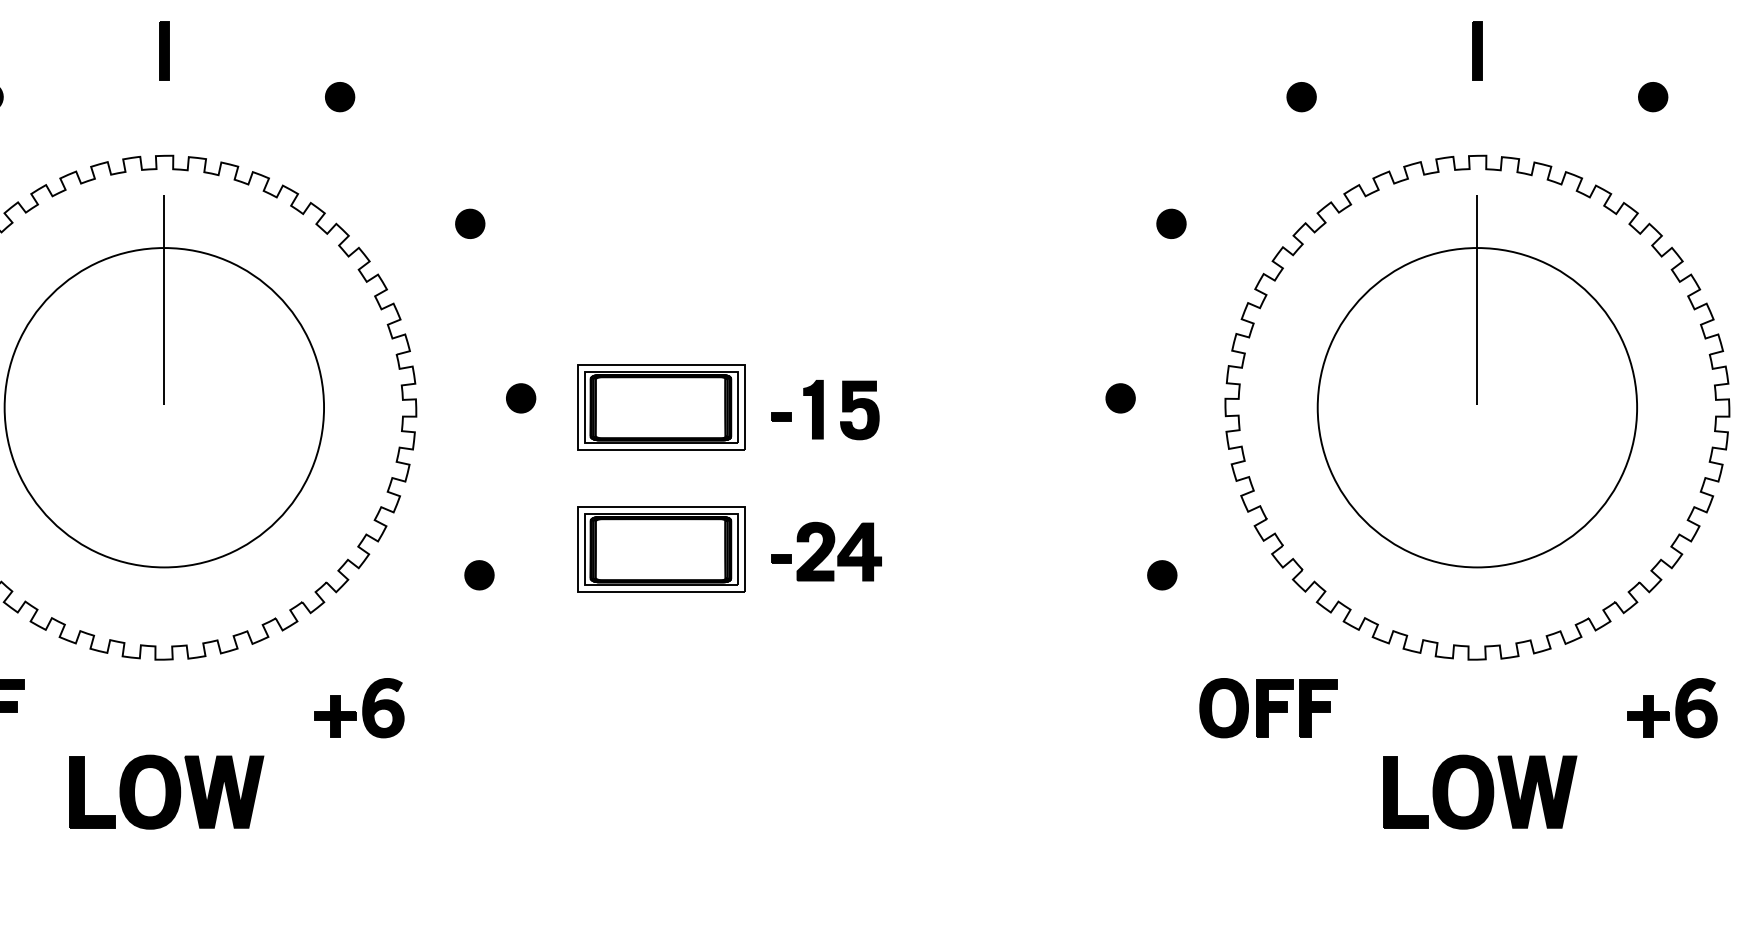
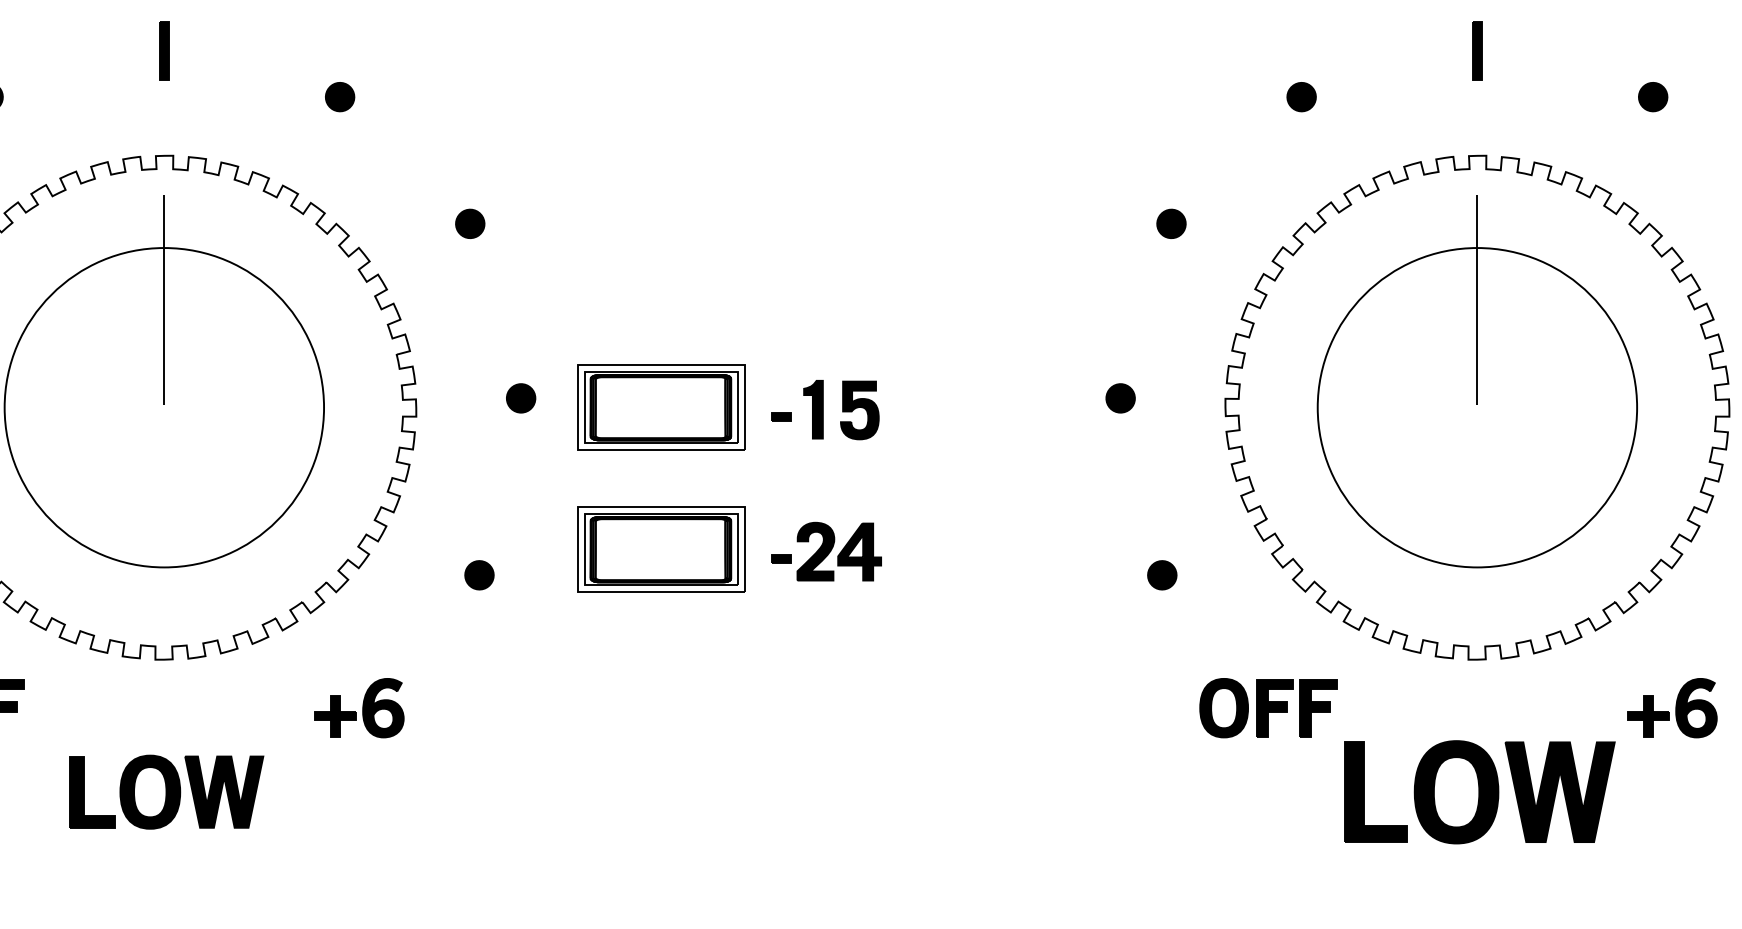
part at (1480, 791) size: 195x76 px -> 272x105 px
